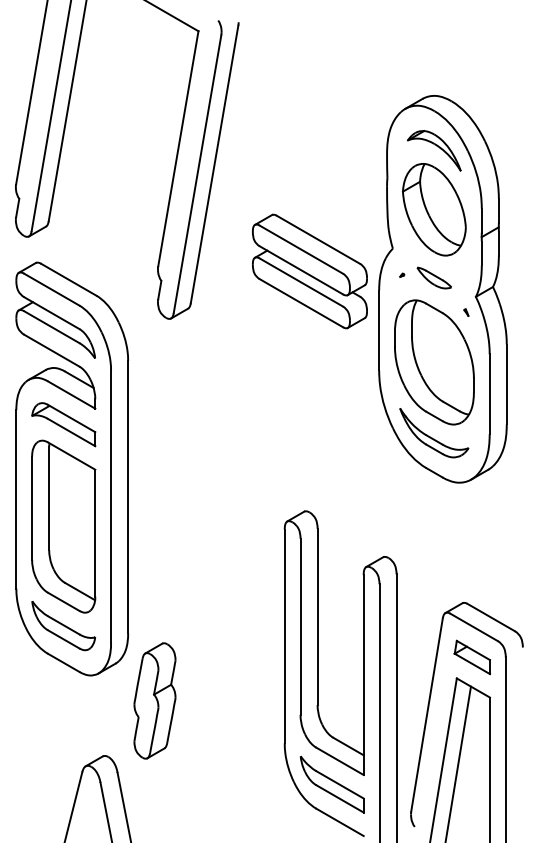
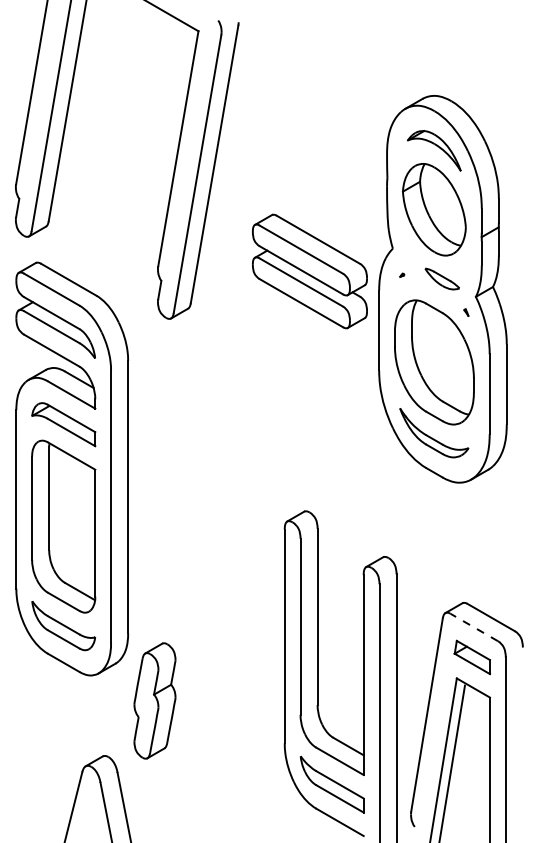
part at (433, 277) position: (433, 277) -> (441, 278)
line at (473, 627): solid -> dashed
line at (458, 762) position: (458, 762) -> (451, 762)
